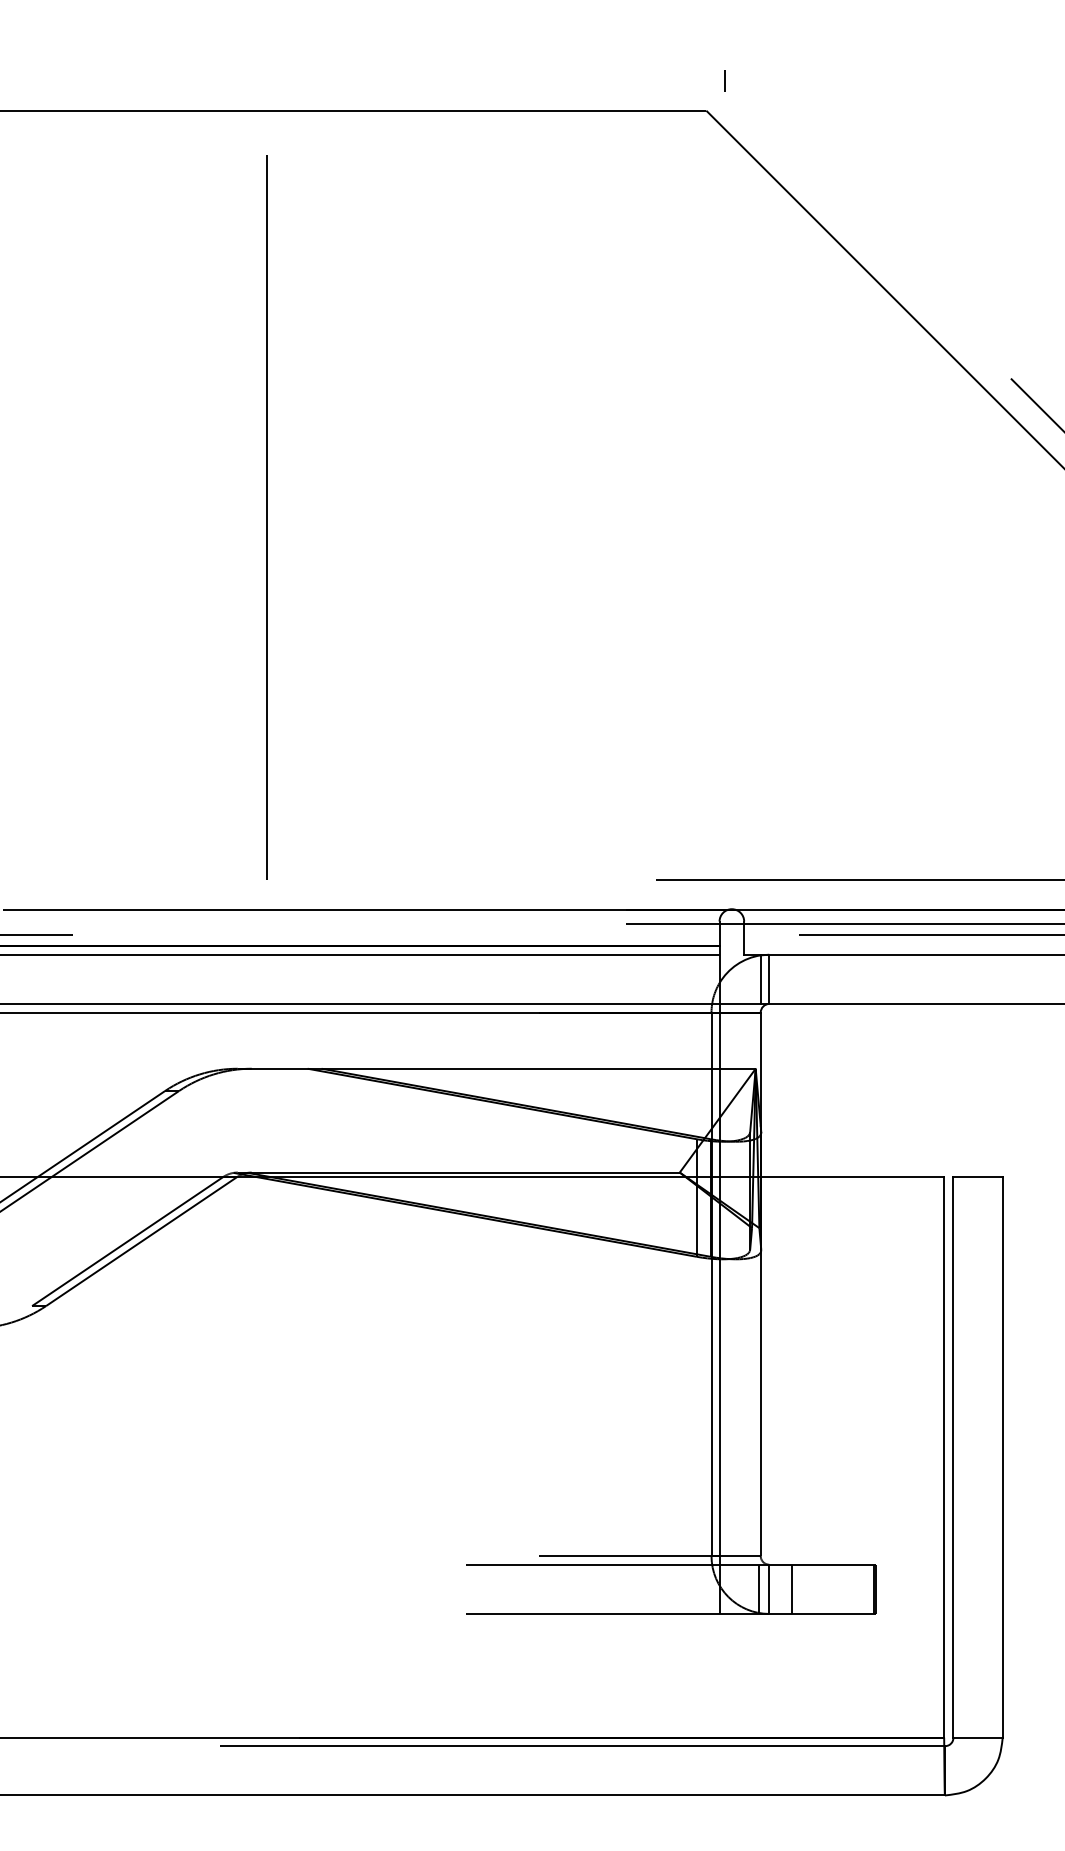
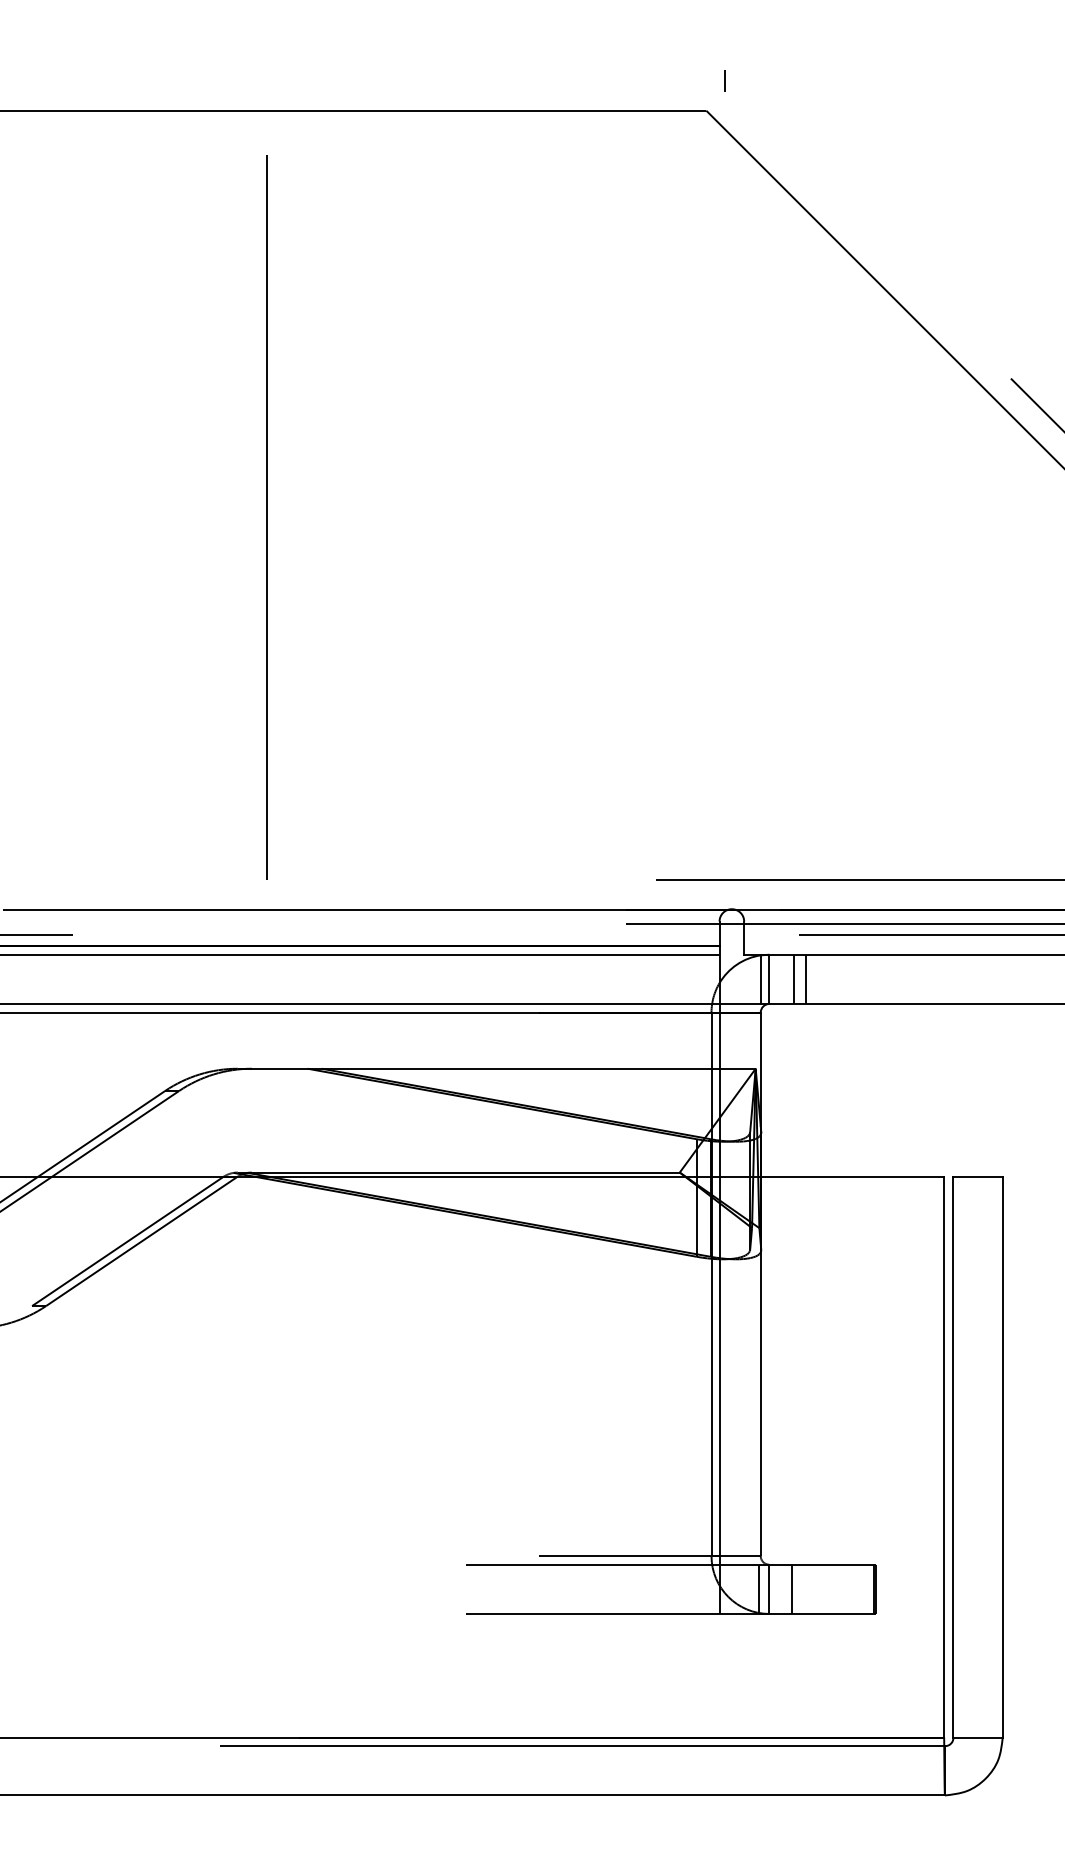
line at (793, 978): none -> present
line at (806, 978): none -> present
